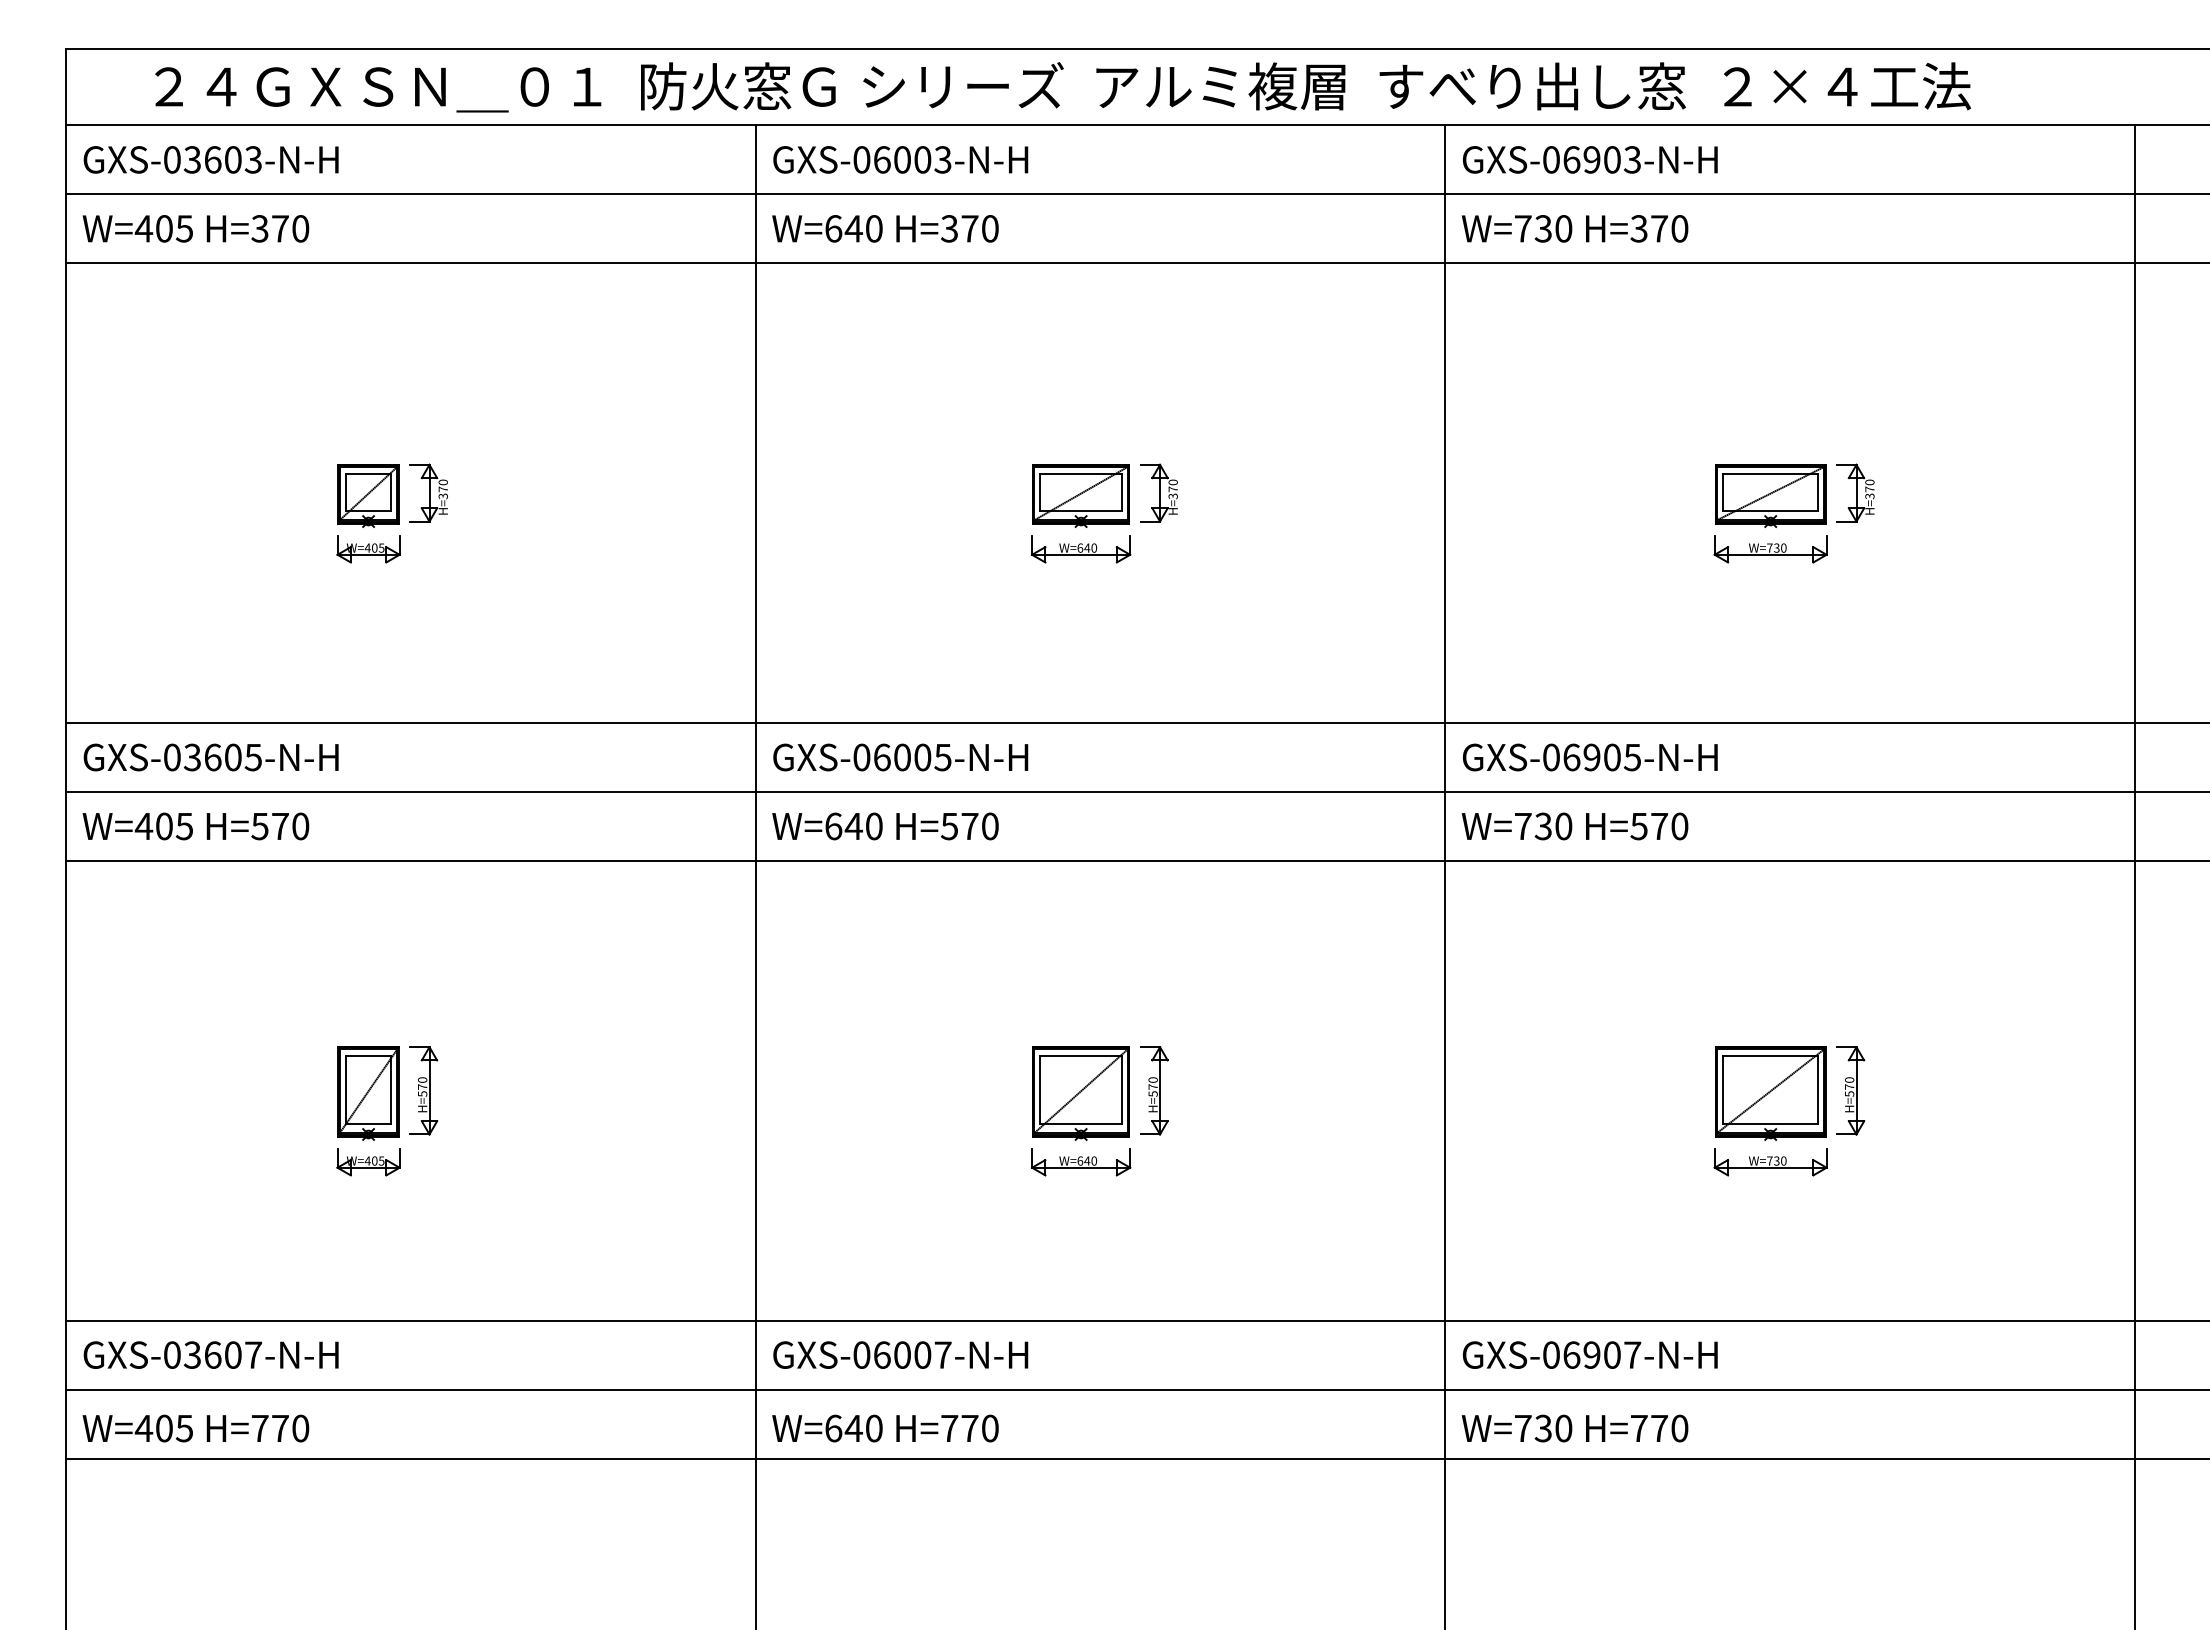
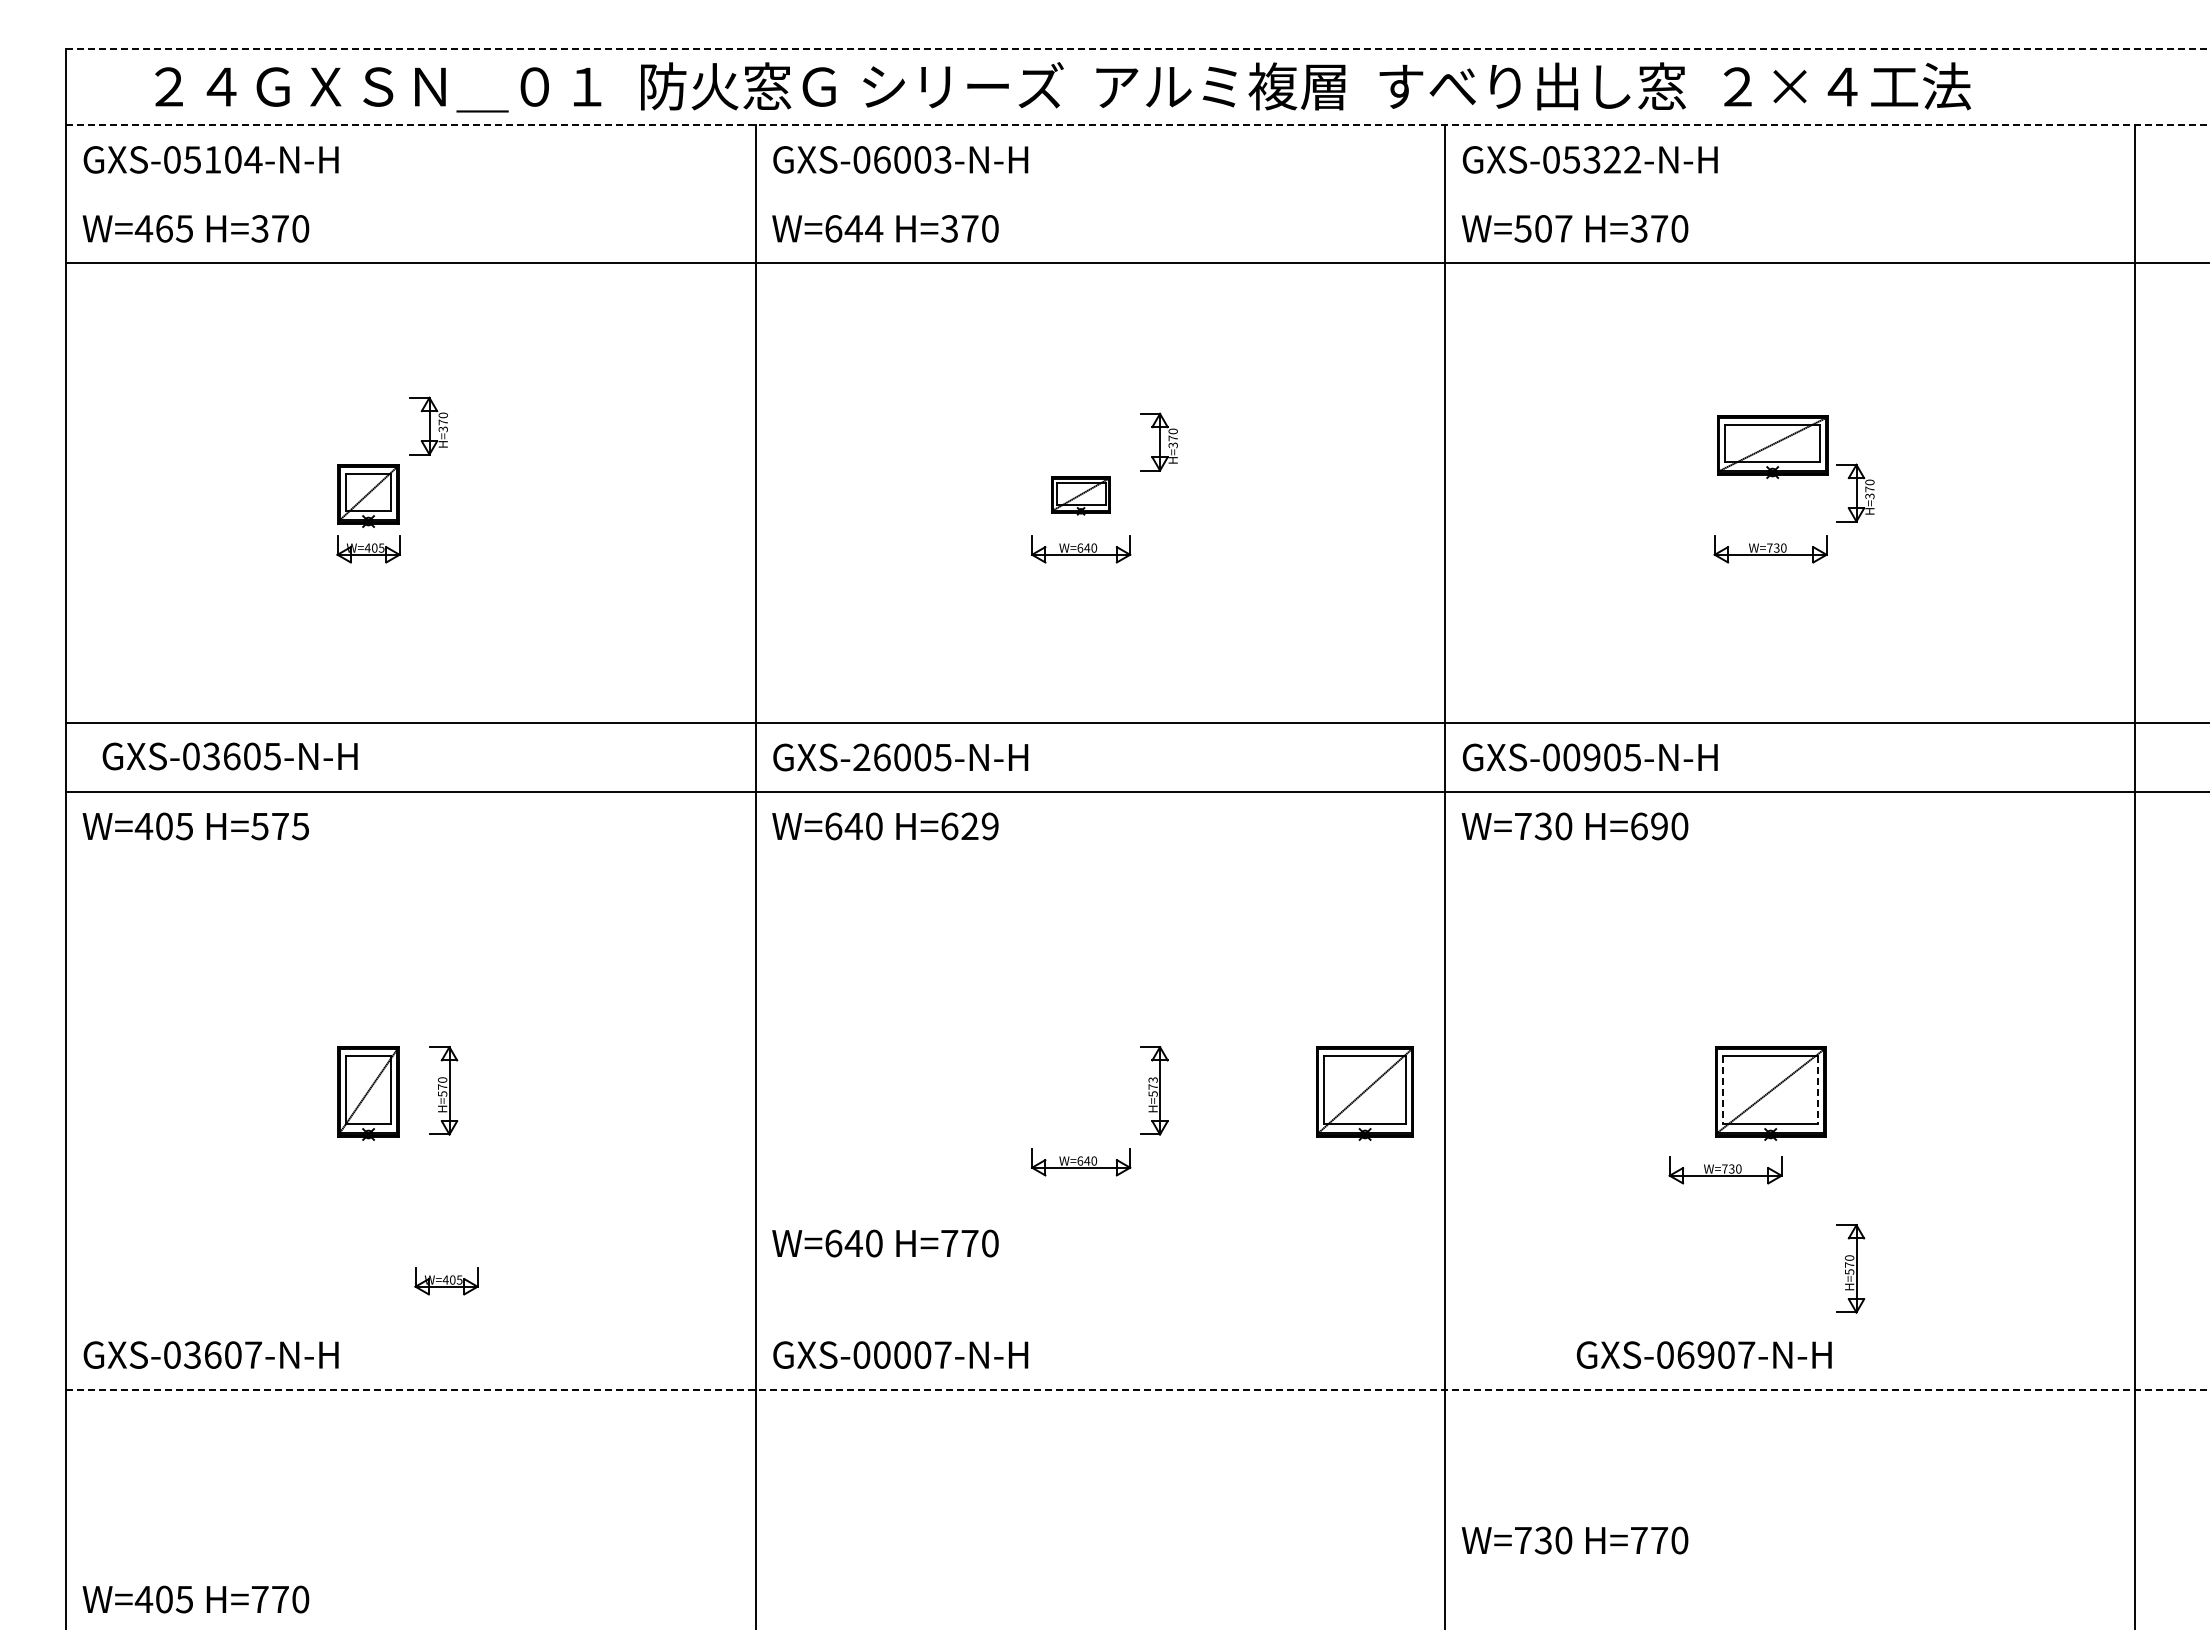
line at (1138, 48): solid -> dashed
line at (1138, 125): solid -> dashed
text at (223, 159): GXS-03603-N-H -> GXS-05104-N-H
text at (1602, 159): GXS-06903-N-H -> GXS-05322-N-H
line at (1136, 194): present -> none
text at (164, 228): W=405 -> W=465
text at (874, 228): W=640 -> W=644
text at (1543, 228): W=730 -> W=507
part at (428, 492) position: (428, 492) -> (428, 425)
part at (1158, 492) position: (1158, 492) -> (1158, 441)
part at (1080, 495) size: 98x64 px -> 60x40 px
part at (1770, 495) position: (1770, 495) -> (1772, 446)
text at (210, 757) position: (210, 757) -> (229, 756)
text at (861, 757): GXS-06005-N-H -> GXS-26005-N-H
text at (1571, 757): GXS-06905-N-H -> GXS-00905-N-H
text at (300, 826): H=570 -> H=575
text at (969, 826): H=570 -> H=629
text at (1649, 826): H=570 -> H=690
line at (1136, 860): present -> none
text at (1152, 1079): H=570 -> H=573
part at (423, 1090) position: (423, 1090) -> (443, 1090)
line at (1723, 1090): solid -> dashed
line at (1818, 1090): solid -> dashed
part at (1850, 1090) position: (1850, 1090) -> (1850, 1268)
part at (1080, 1093) position: (1080, 1093) -> (1364, 1093)
part at (368, 1162) position: (368, 1162) -> (446, 1281)
part at (1770, 1162) position: (1770, 1162) -> (1725, 1170)
line at (1136, 1320): present -> none
text at (882, 1354): GXS-06007-N-H -> GXS-00007-N-H
text at (1590, 1354) position: (1590, 1354) -> (1704, 1354)
line at (1138, 1389): solid -> dashed
text at (195, 1428) position: (195, 1428) -> (195, 1599)
text at (885, 1428) position: (885, 1428) -> (885, 1243)
text at (1574, 1428) position: (1574, 1428) -> (1574, 1540)
line at (1136, 1458): present -> none
